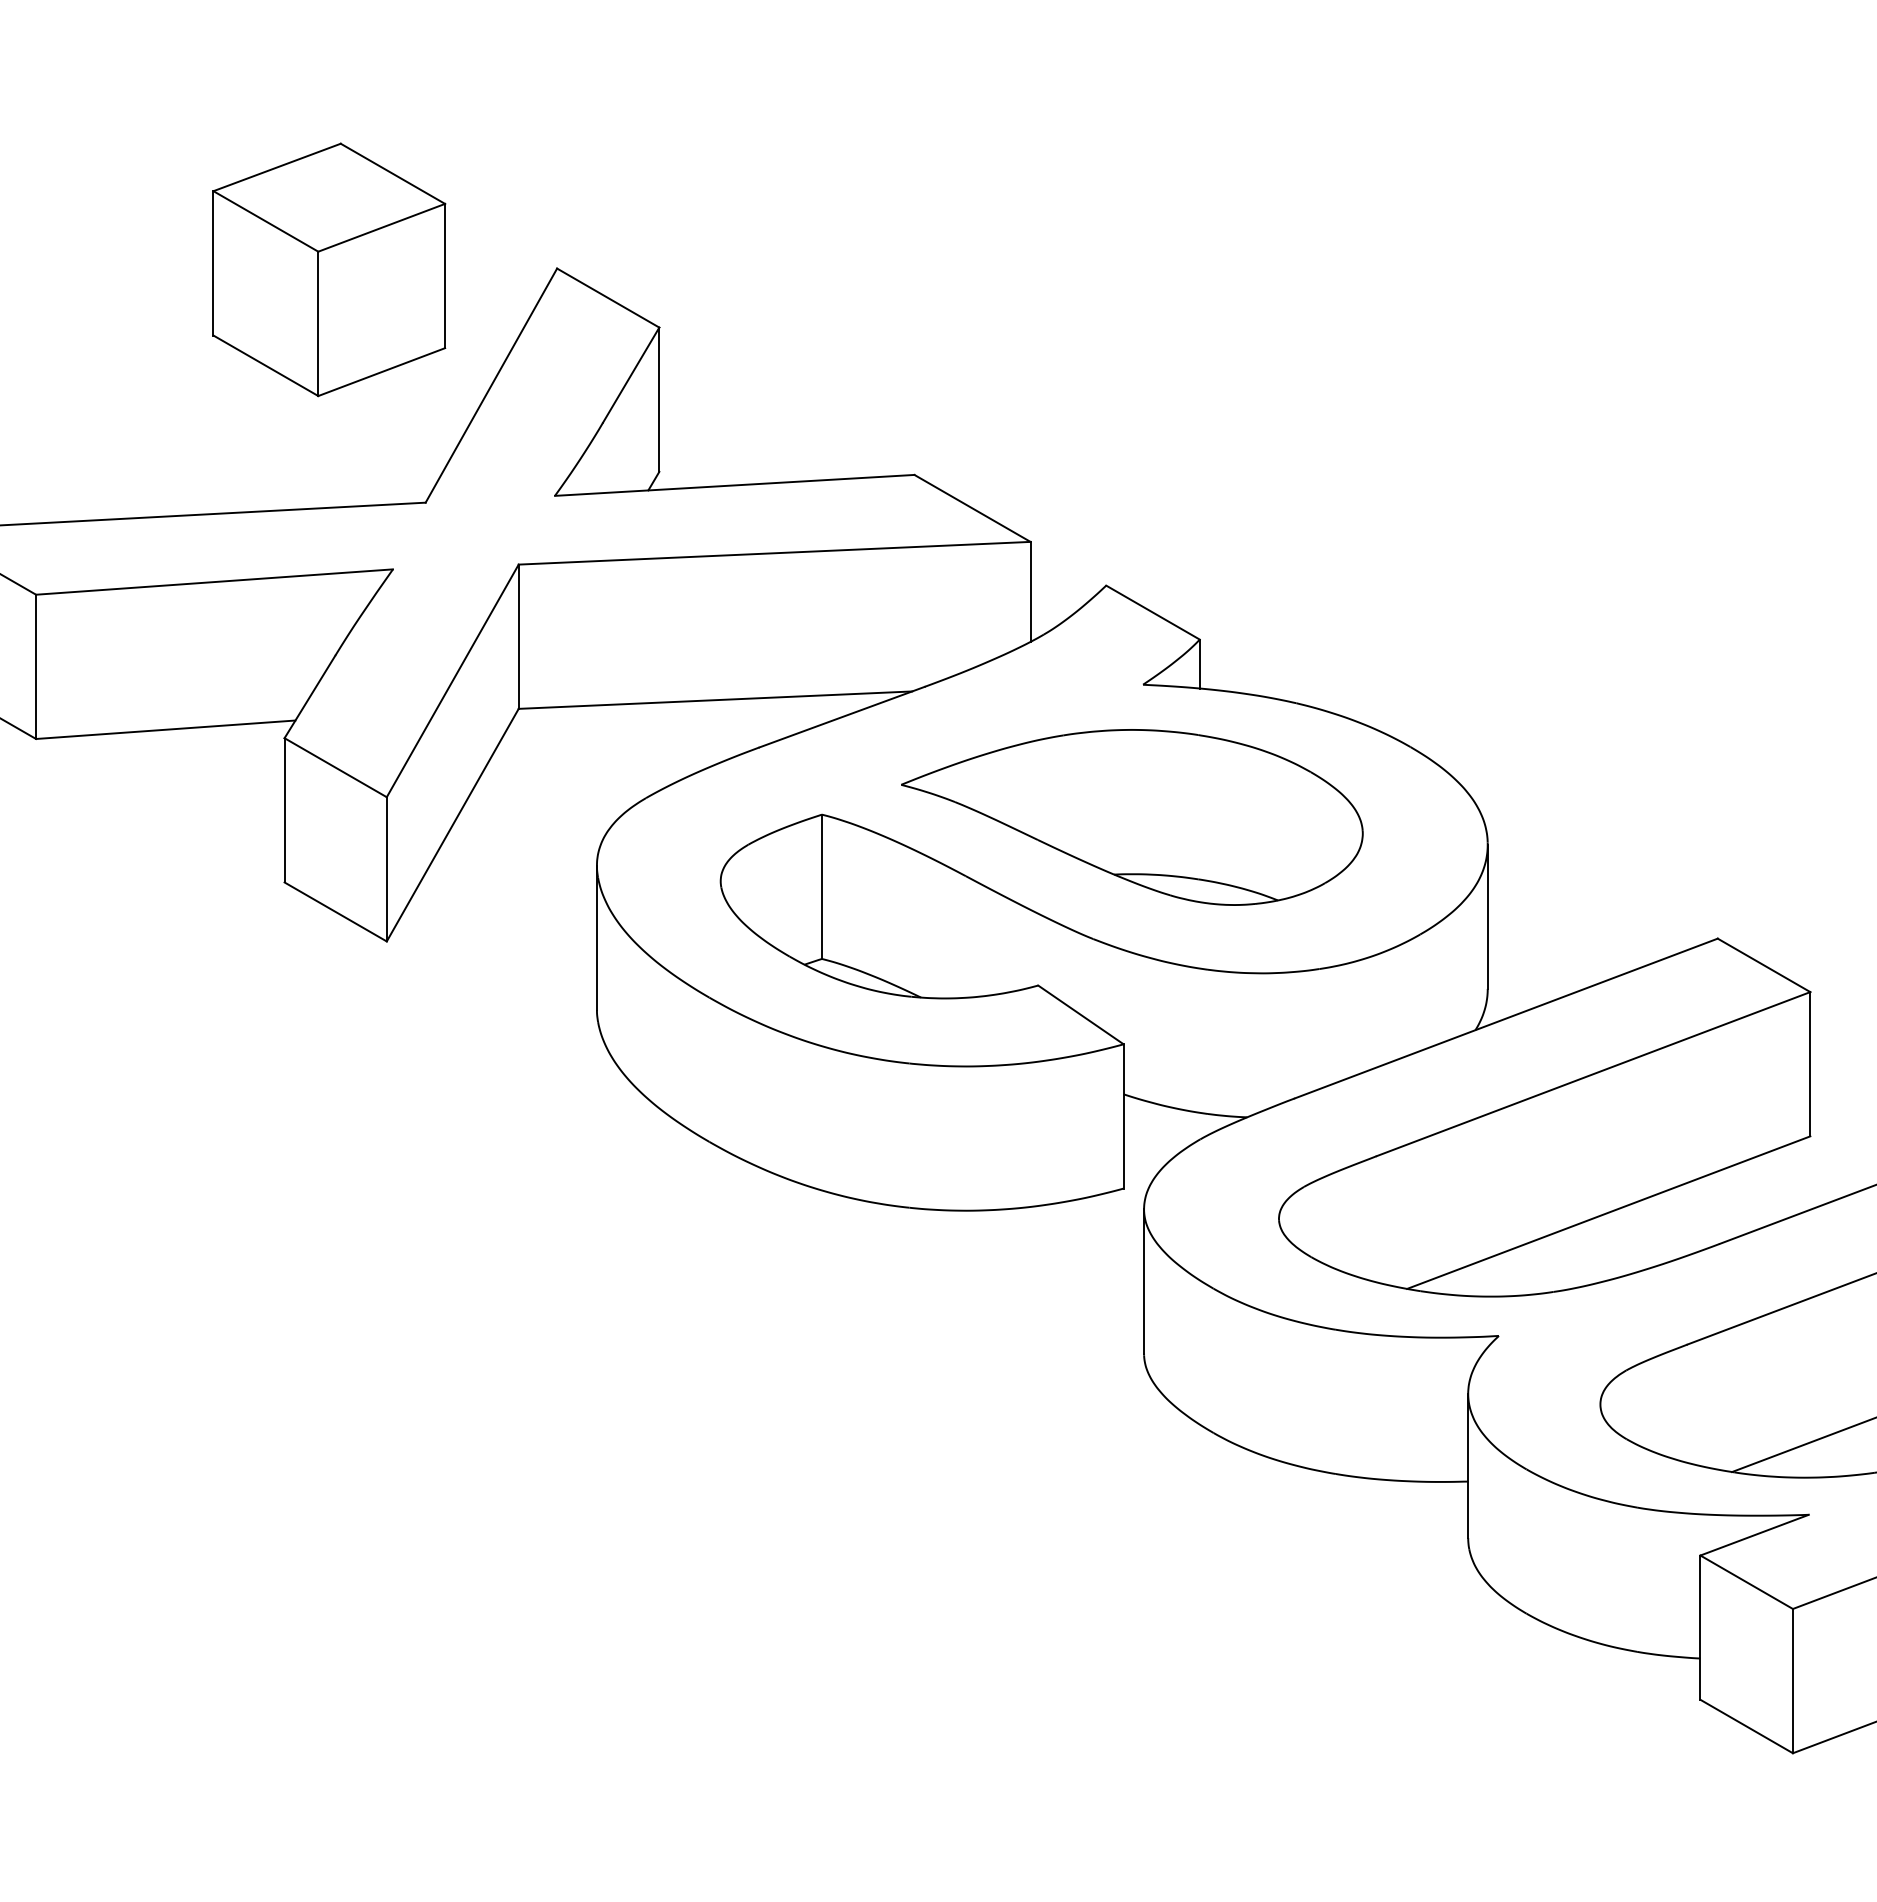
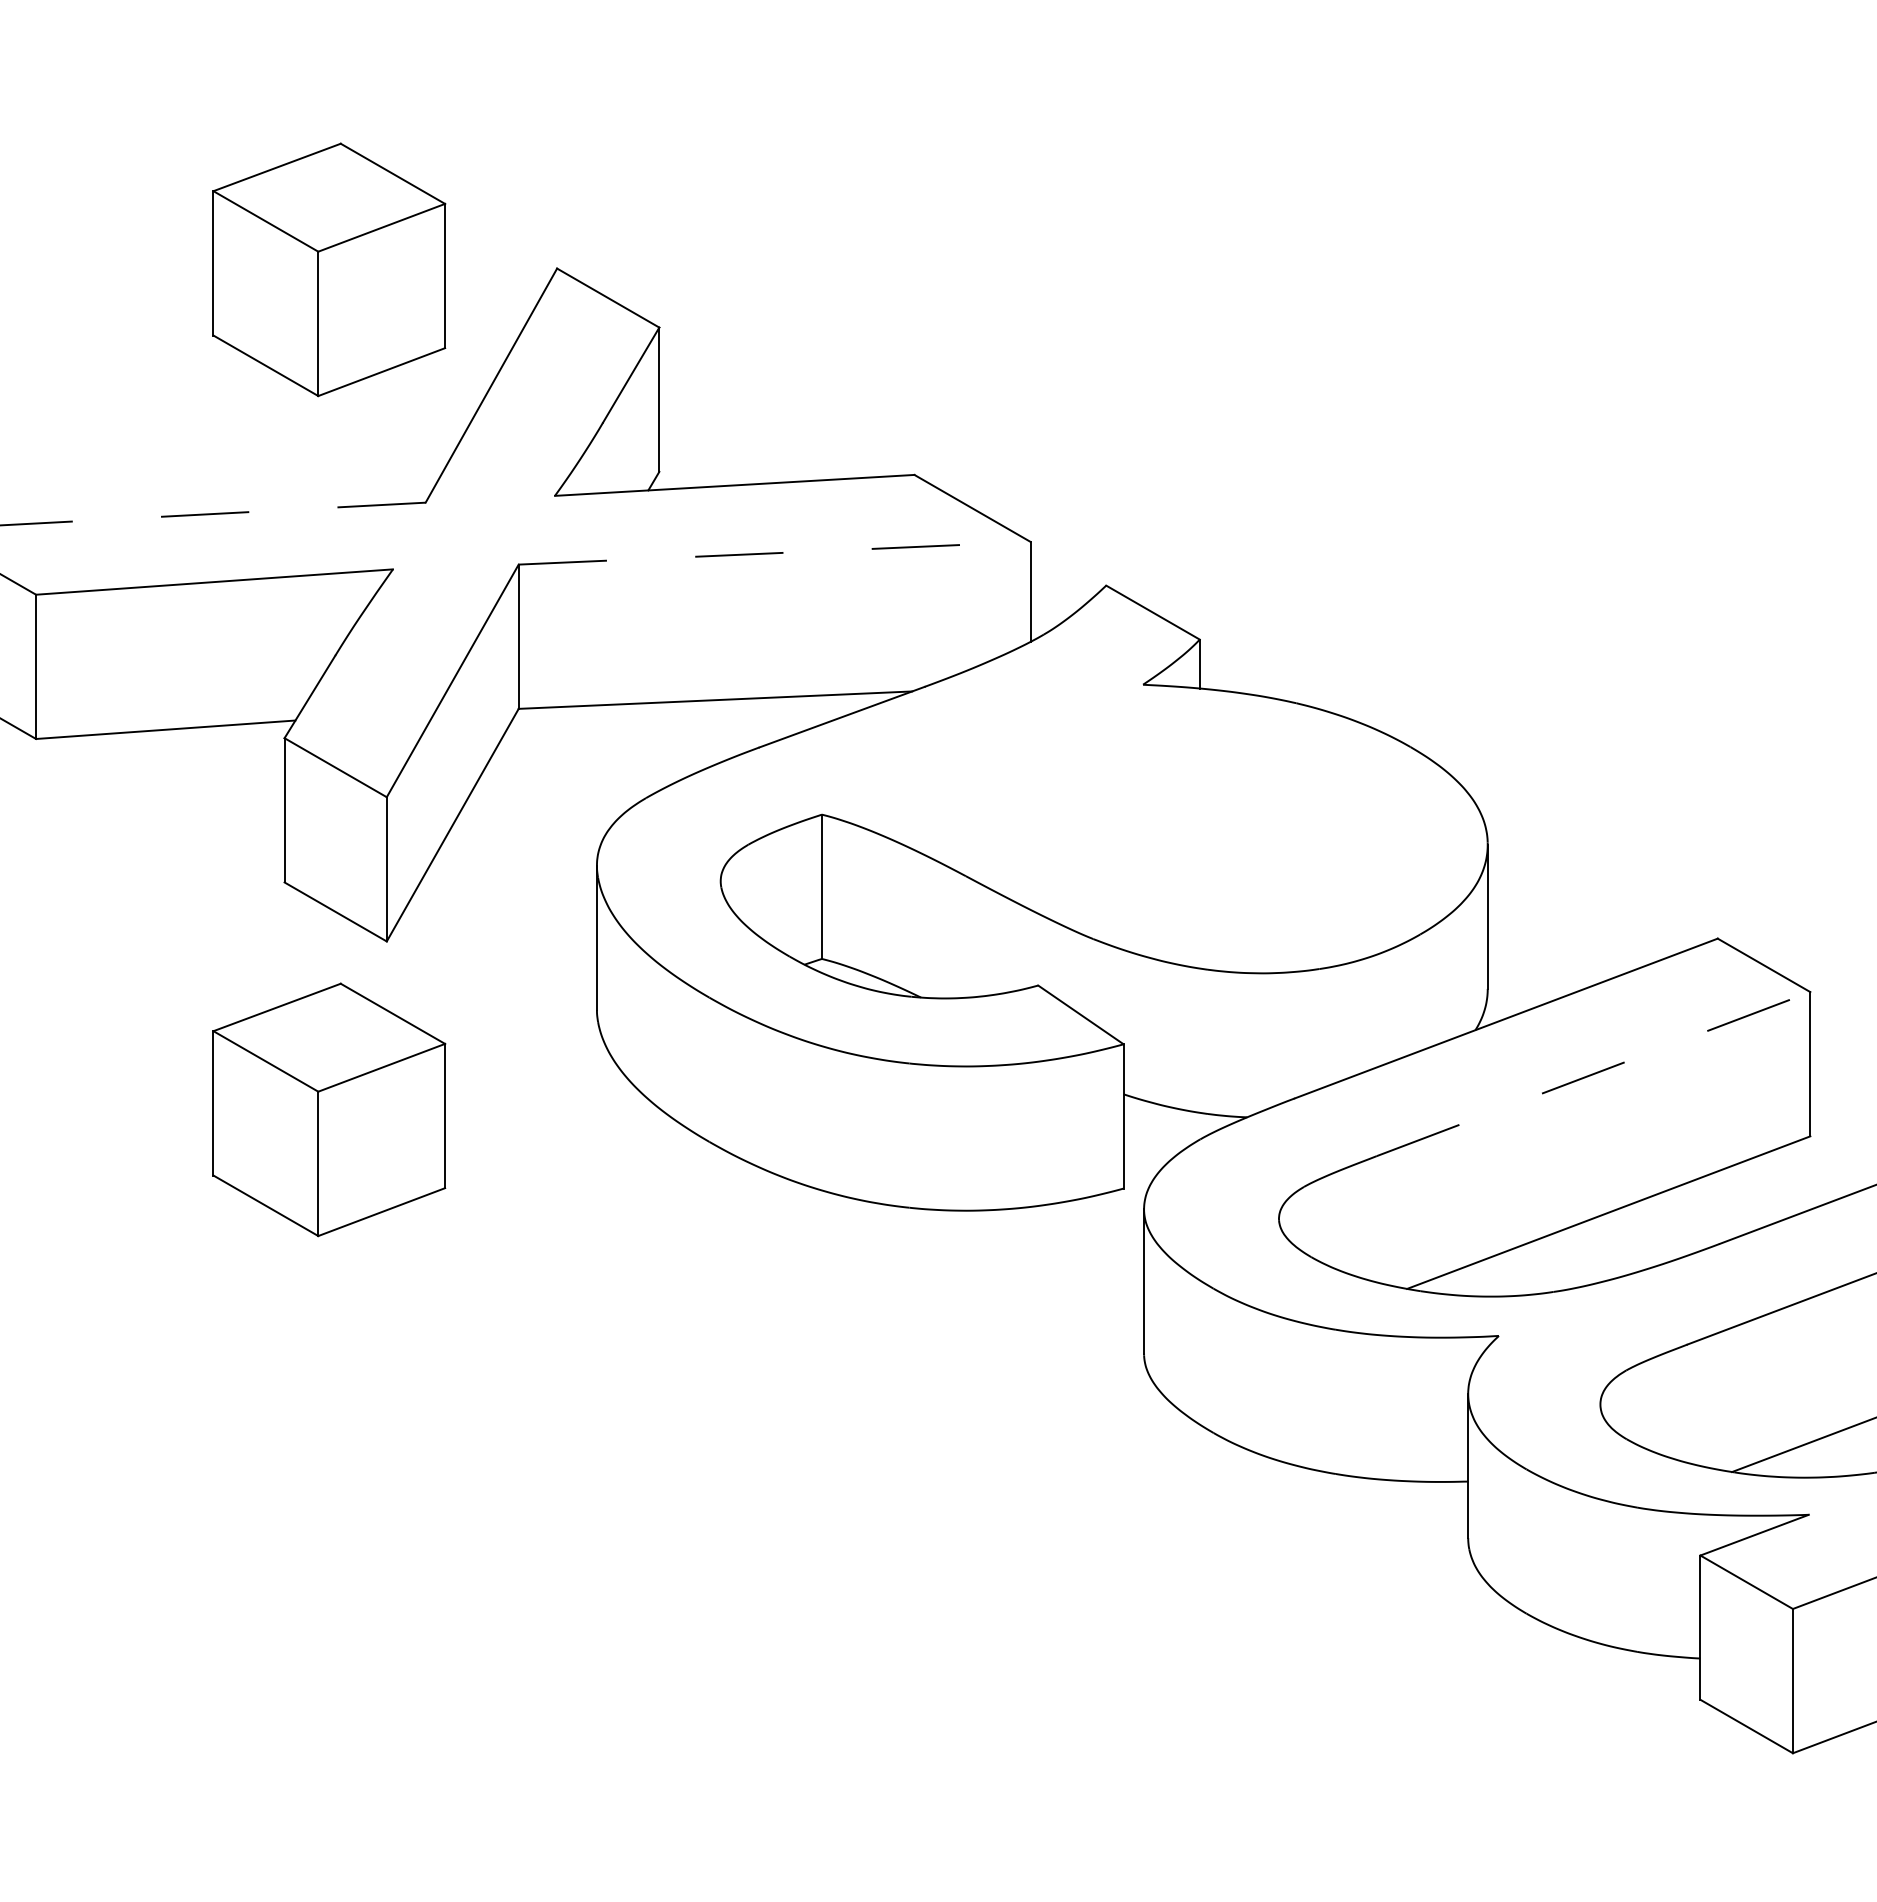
line at (213, 514): solid -> dashed
line at (775, 553): solid -> dashed
part at (1132, 817): present -> none
line at (1593, 1074): solid -> dashed
part at (329, 1109): none -> present
